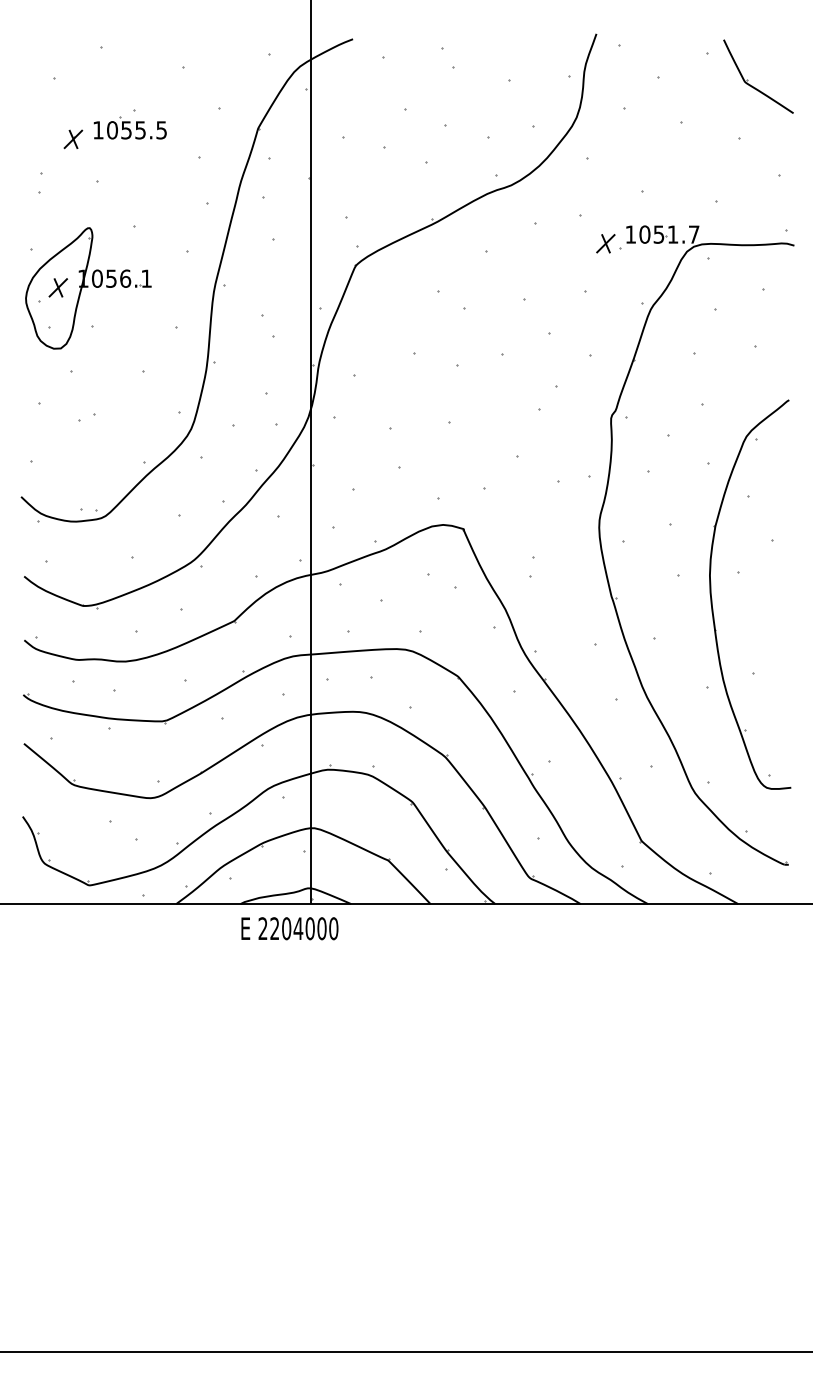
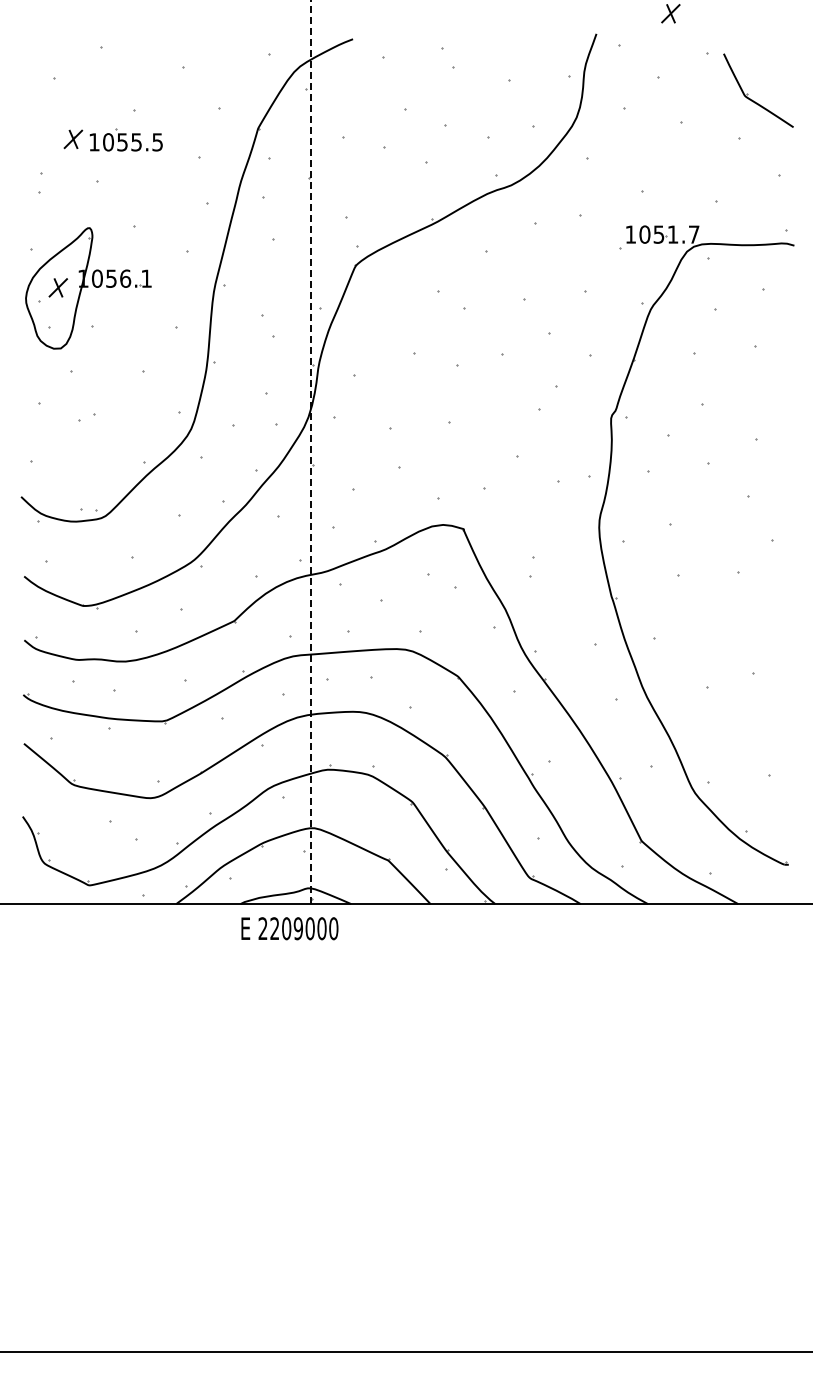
part at (748, 80) position: (748, 80) -> (748, 94)
part at (129, 127) position: (129, 127) -> (125, 139)
part at (605, 243) position: (605, 243) -> (670, 13)
line at (310, 452): solid -> dashed
part at (712, 598): present -> none
text at (298, 928): 2204000 -> 2209000
